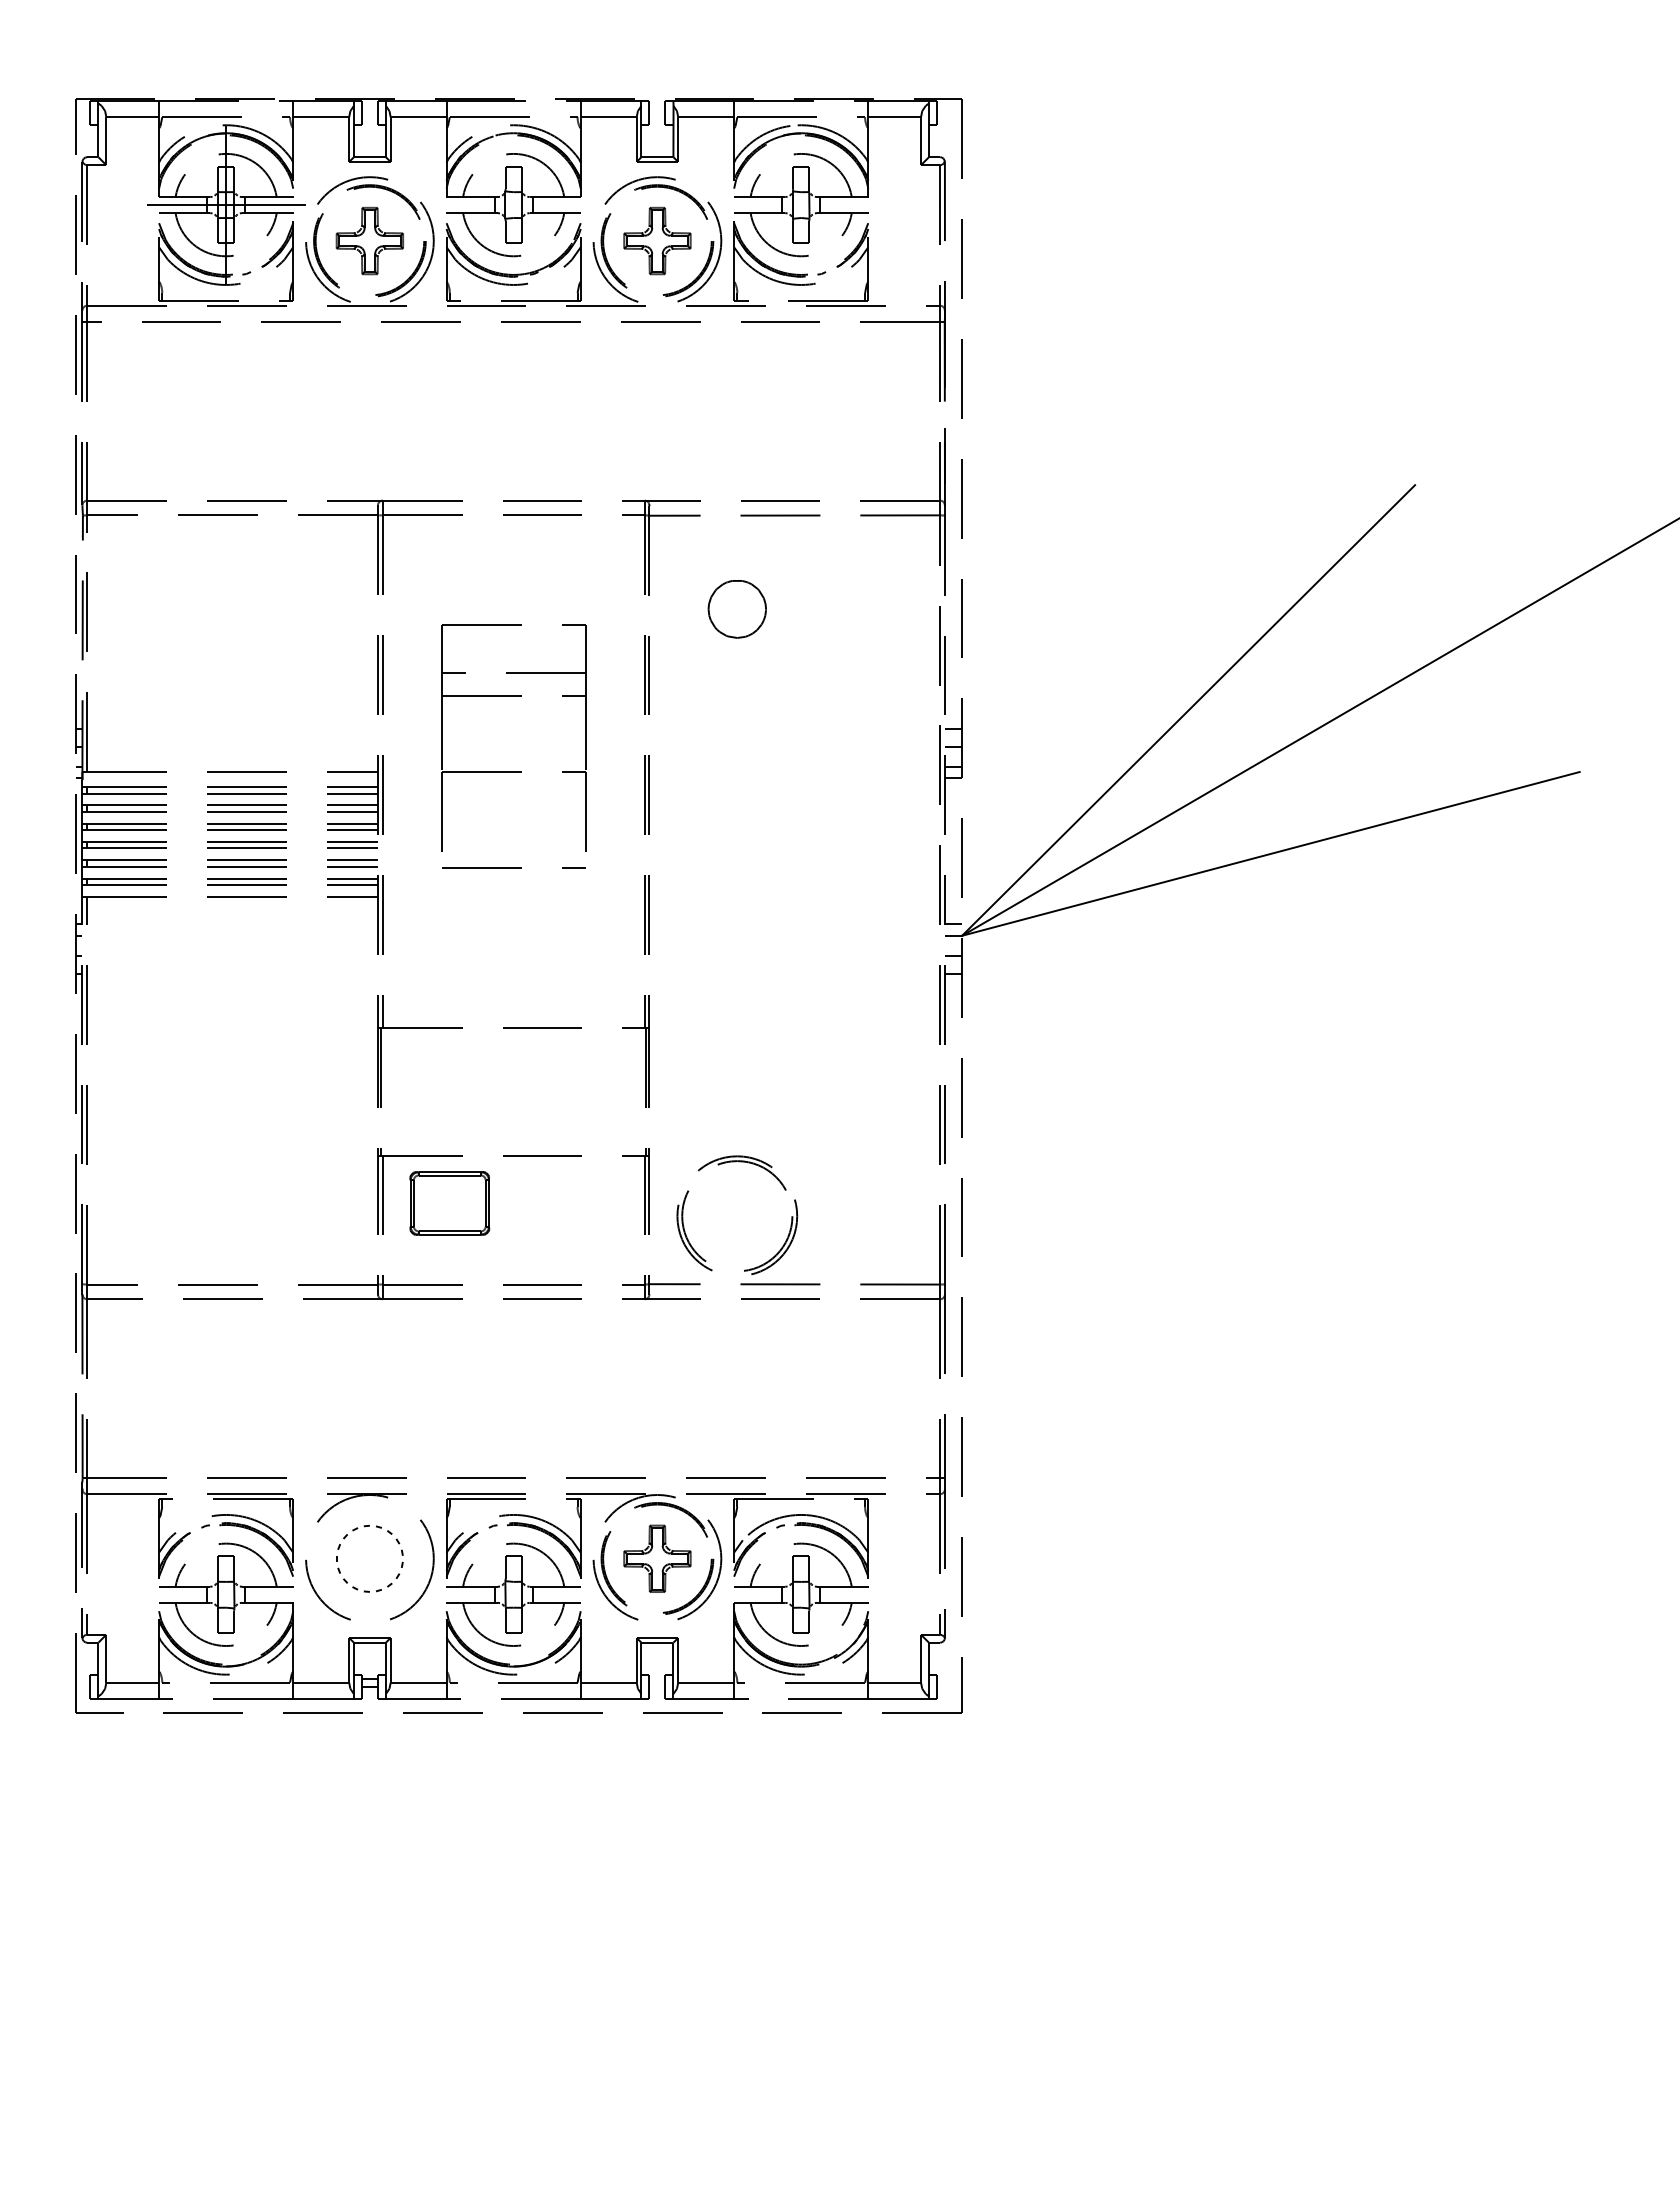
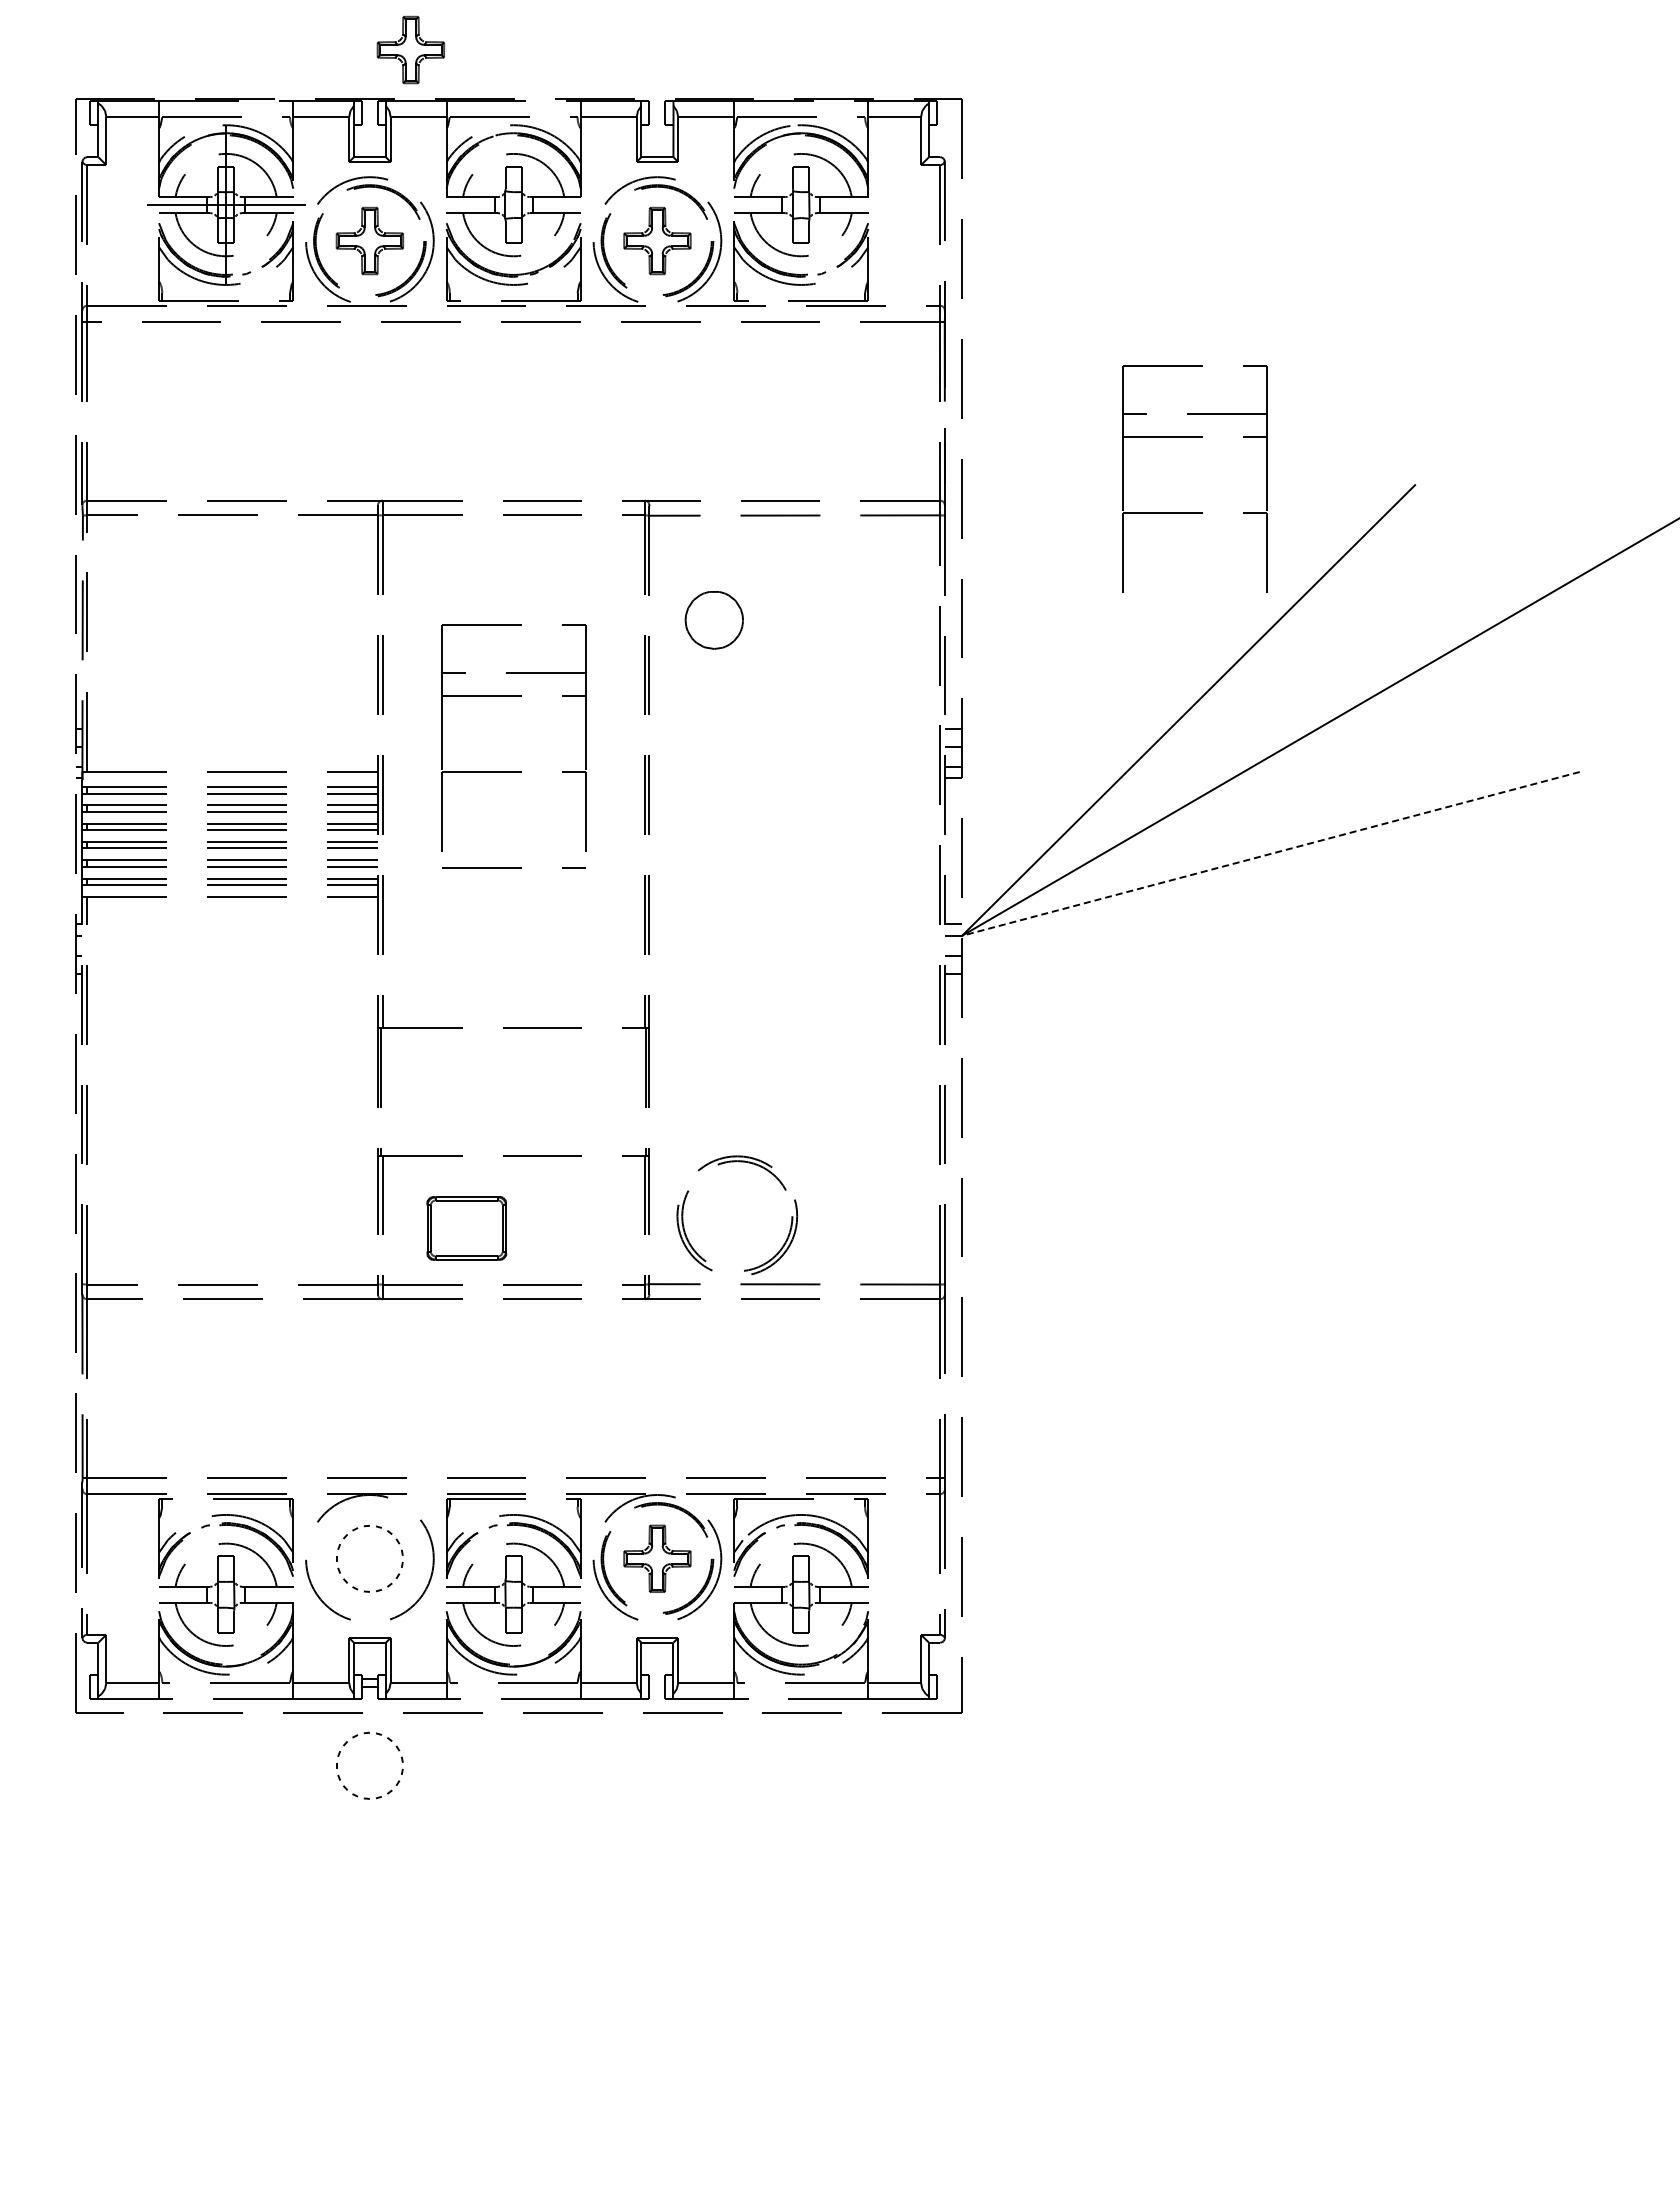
part at (410, 49): none -> present
part at (1194, 512): none -> present
part at (736, 609) position: (736, 609) -> (713, 620)
line at (1270, 854): solid -> dashed
part at (449, 1203) position: (449, 1203) -> (466, 1228)
part at (346, 1744): none -> present
